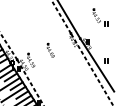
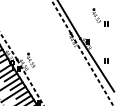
part at (50, 49): present -> none
